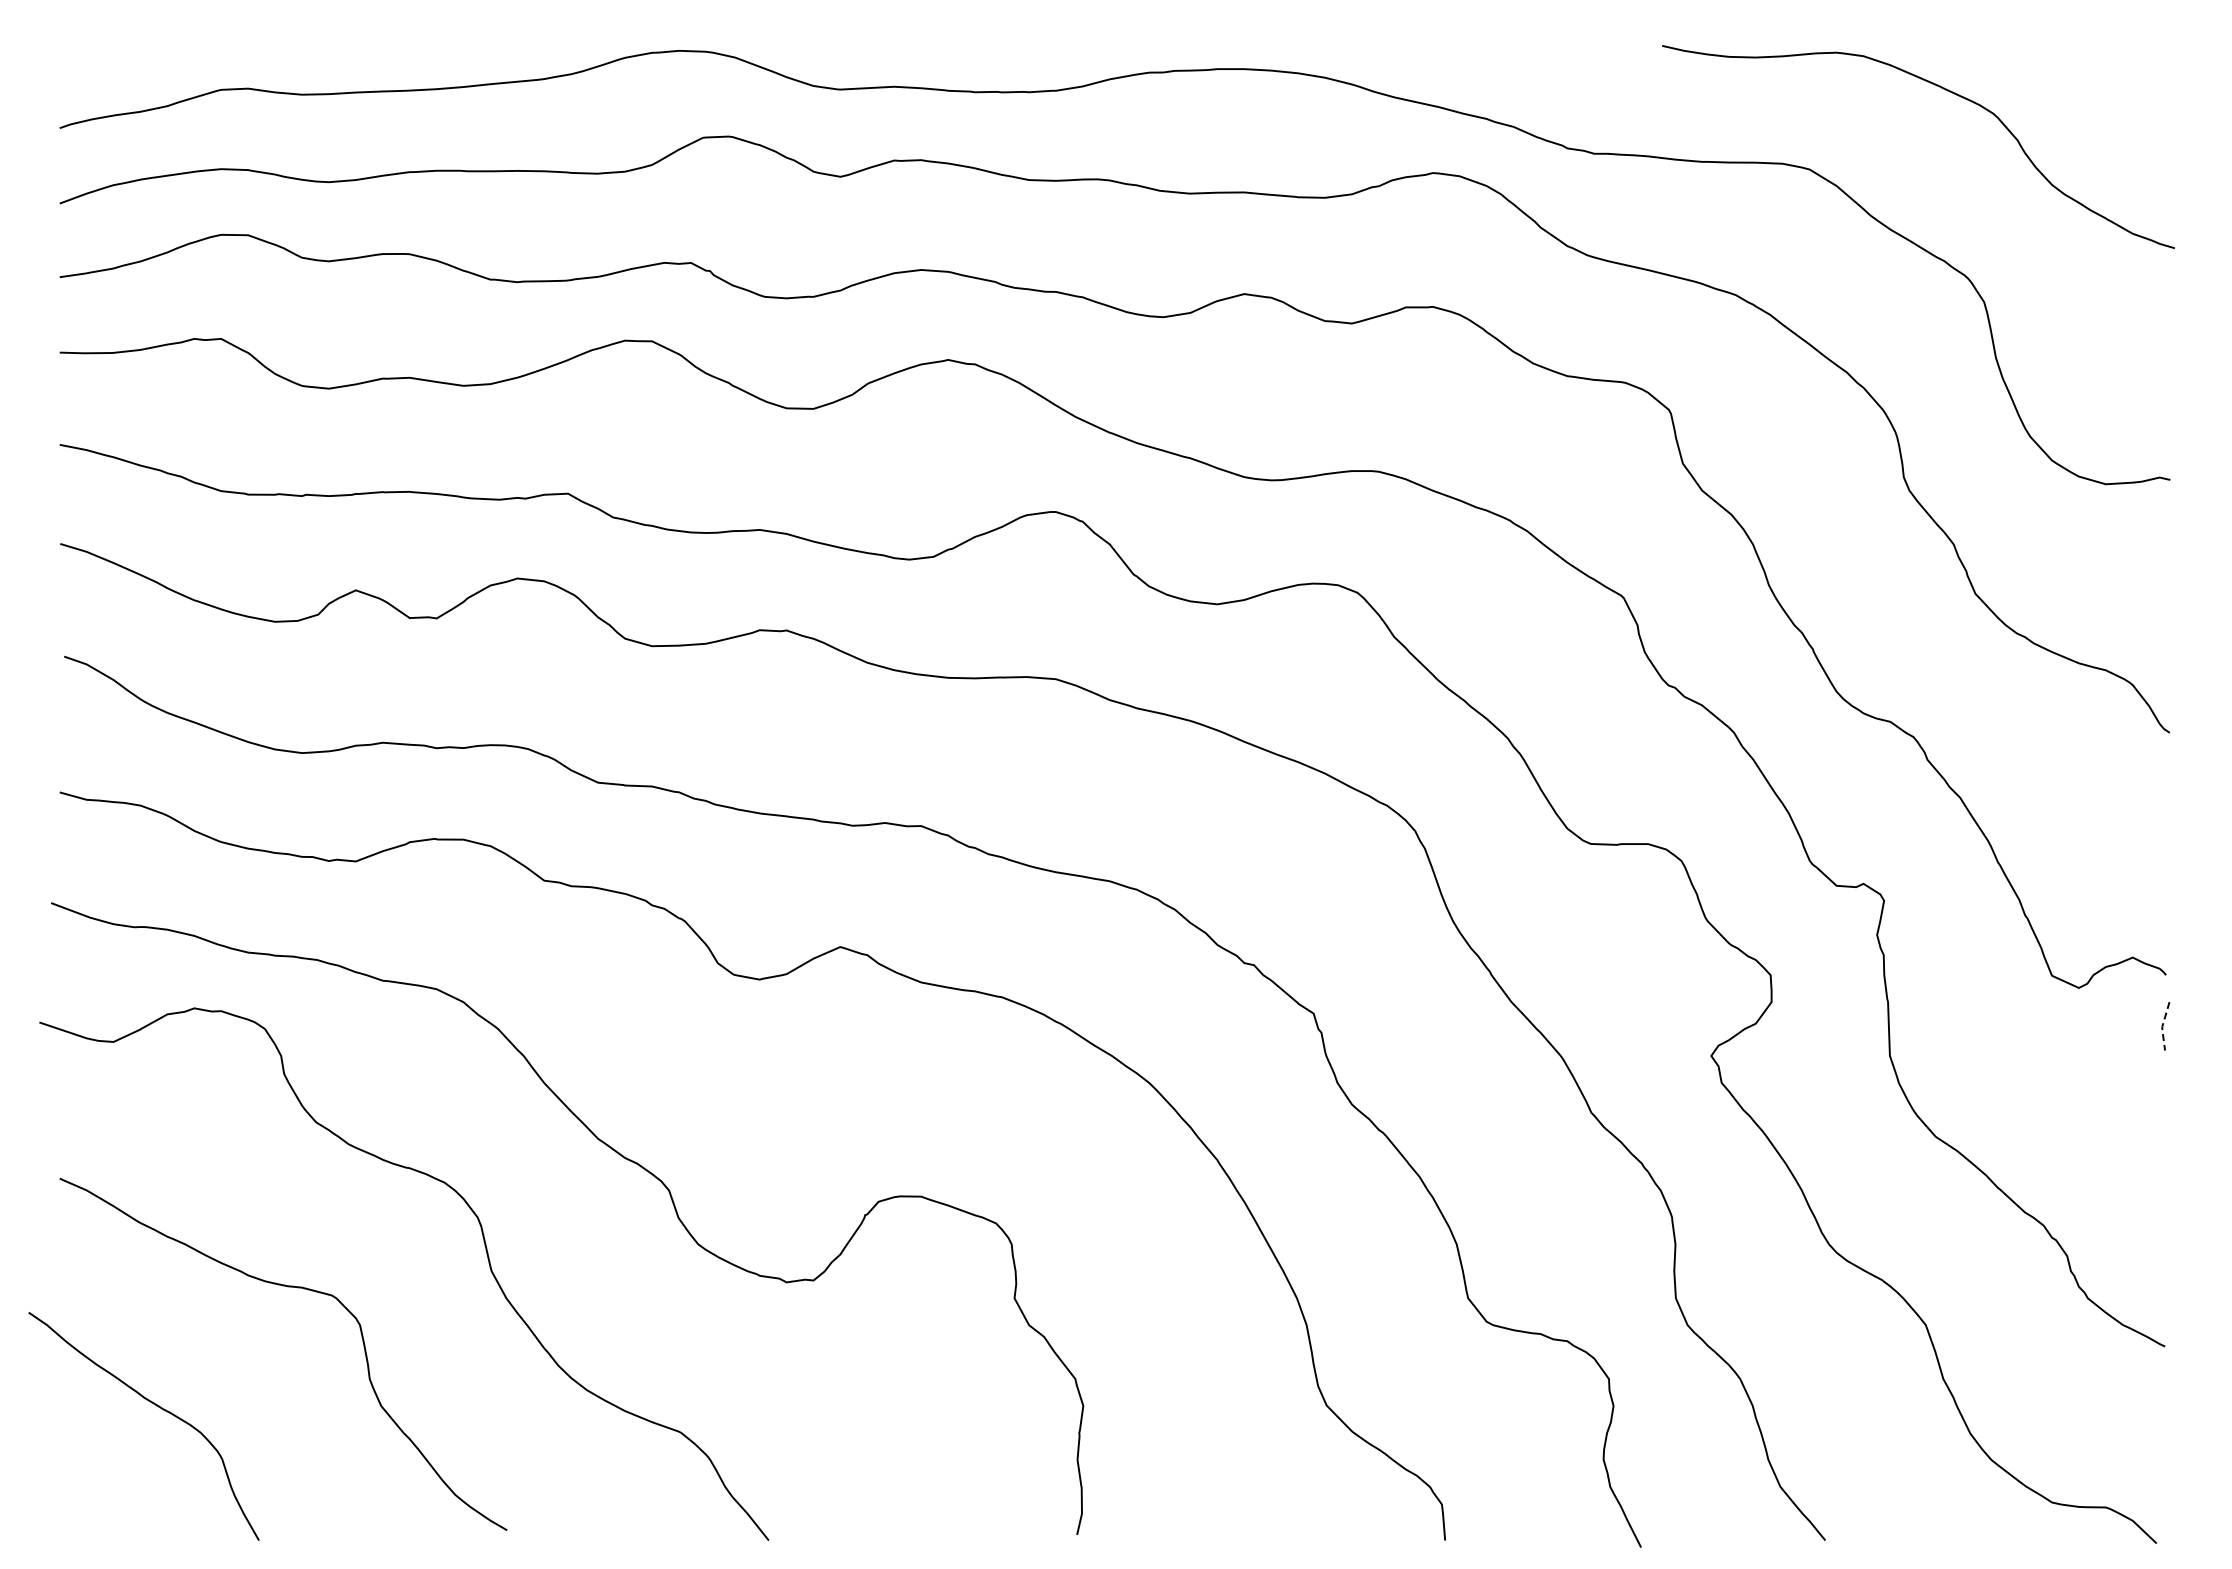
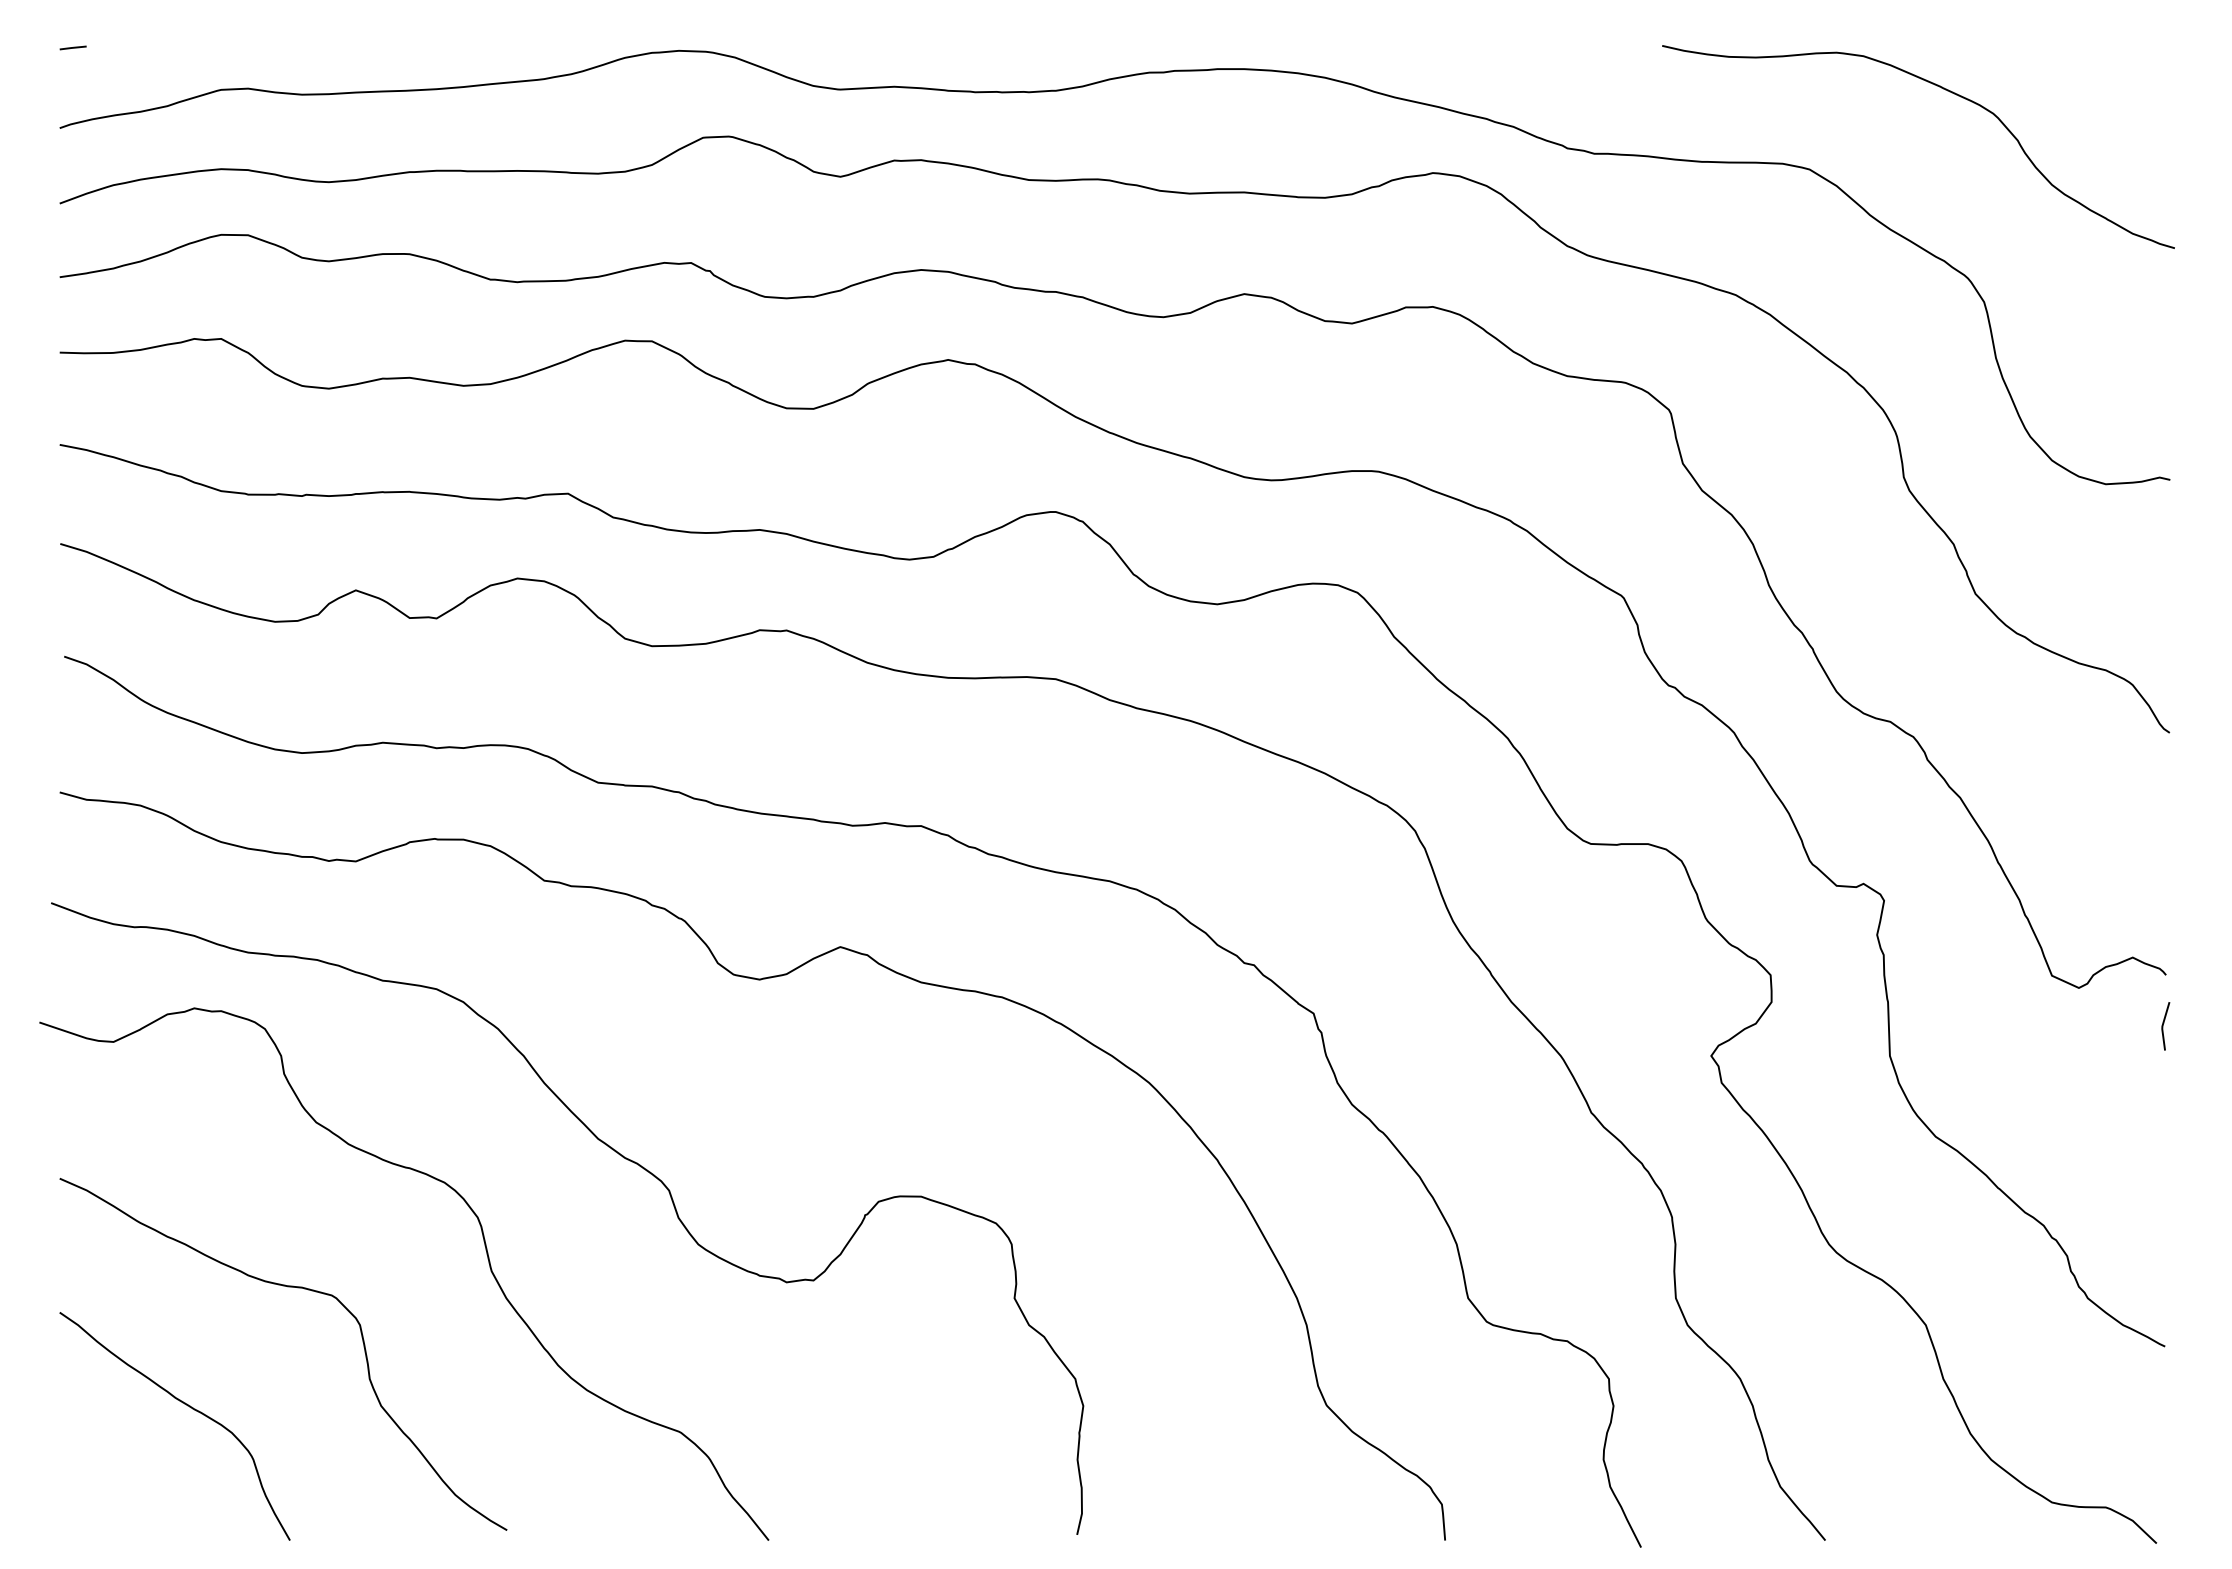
line at (72, 47): none -> present
line at (2162, 1026): dashed -> solid
curve at (156, 1406) position: (156, 1406) -> (187, 1406)
